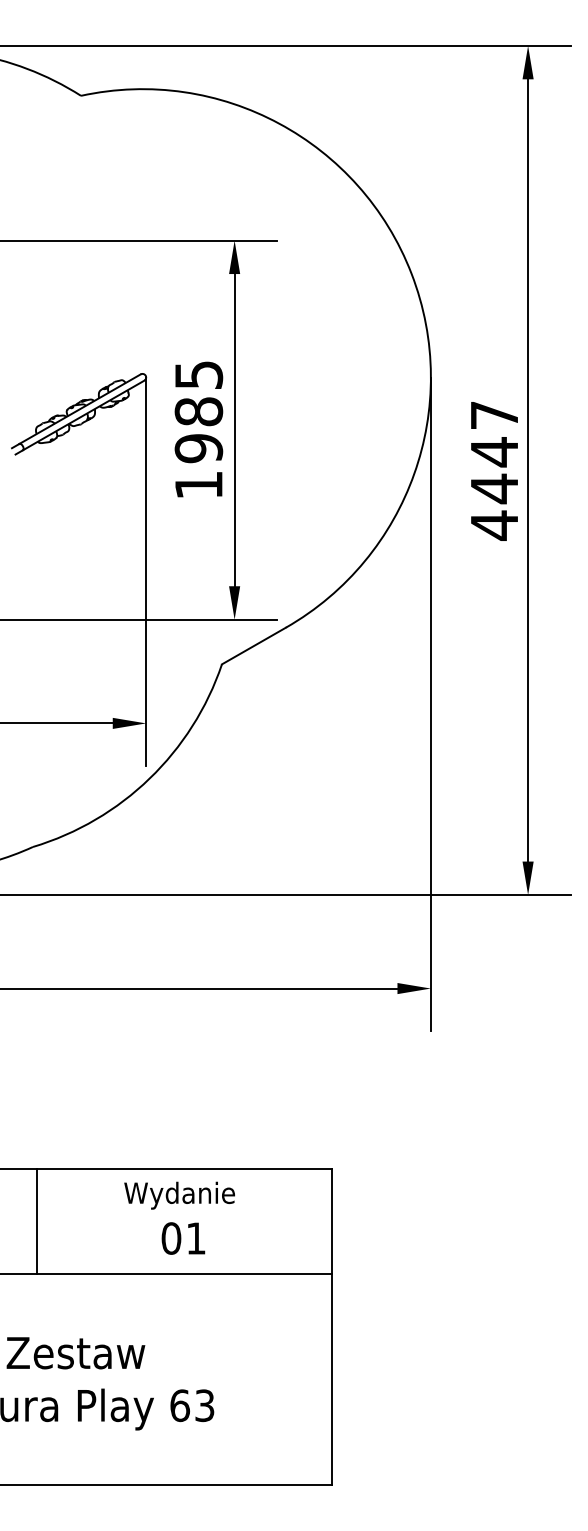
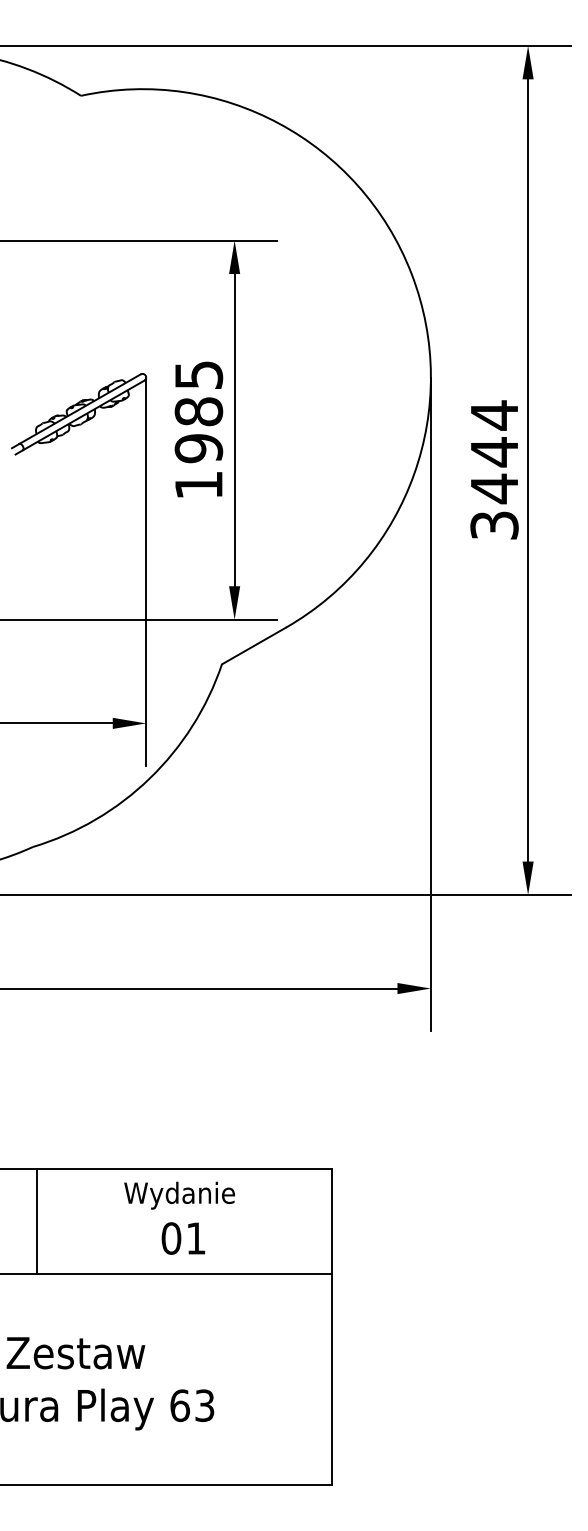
text at (494, 470): 4447 -> 3444
